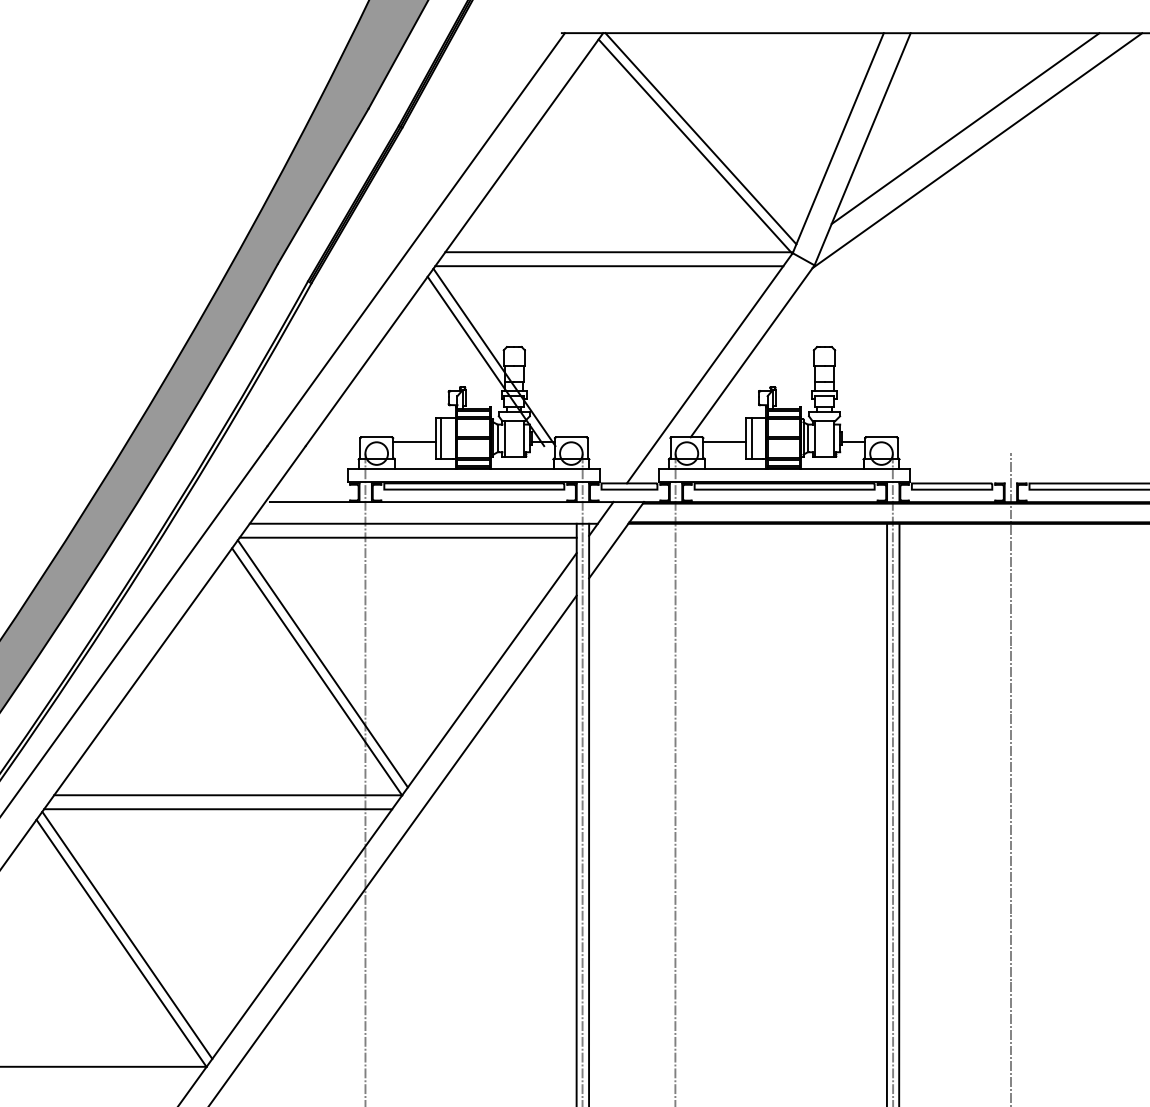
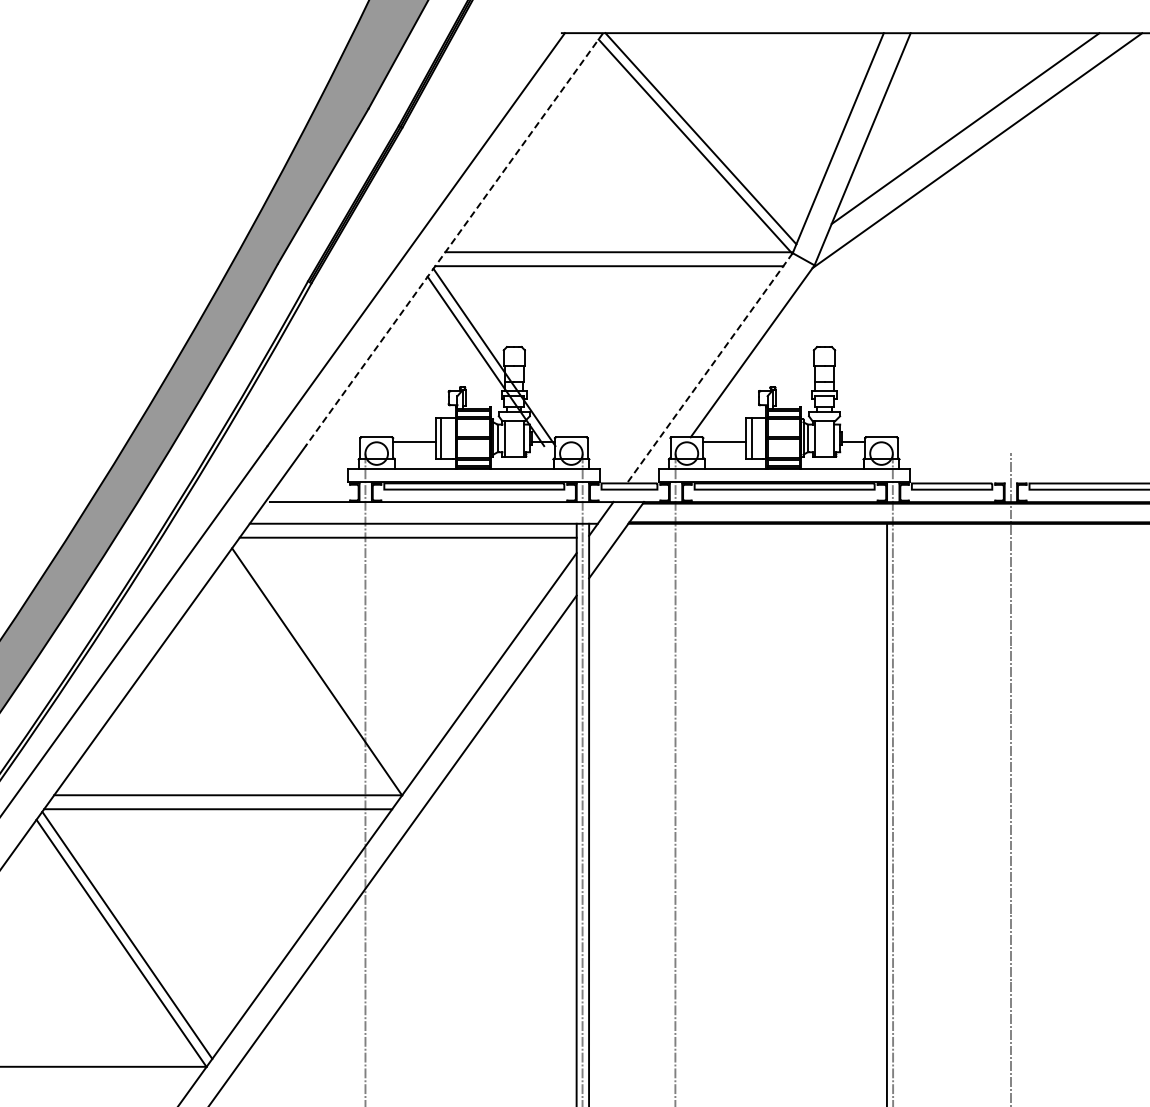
line at (454, 240): solid -> dashed
line at (709, 368): solid -> dashed
line at (322, 663): present -> none
line at (899, 813): present -> none
